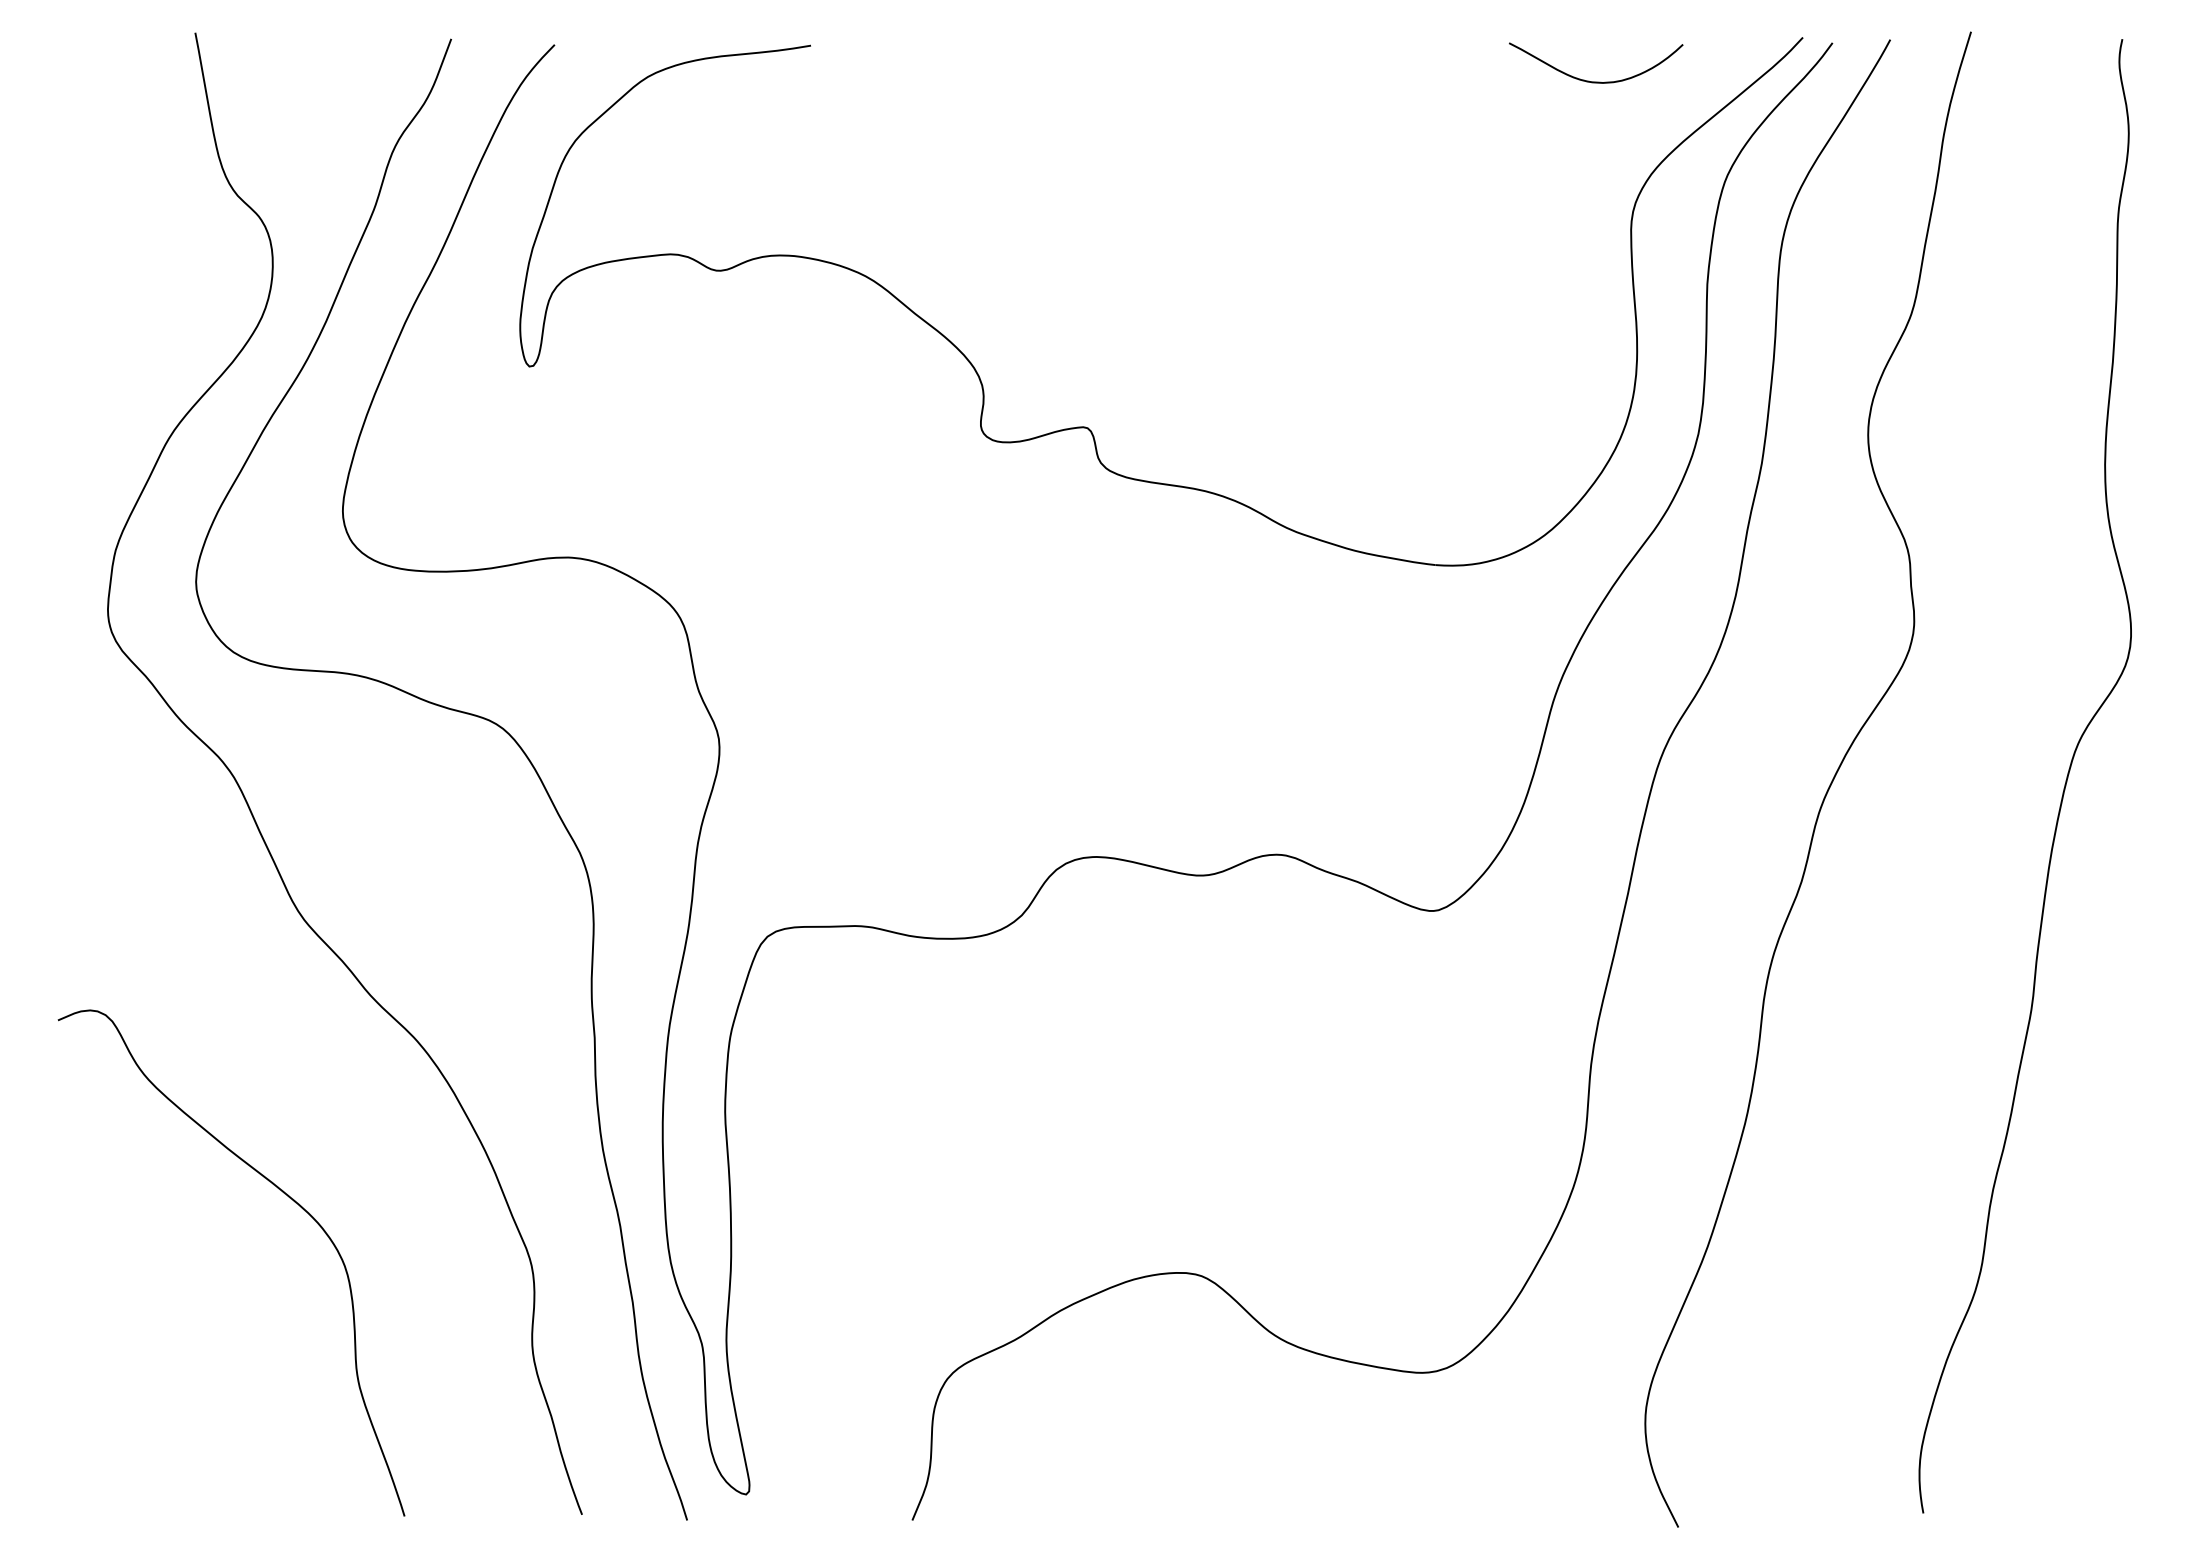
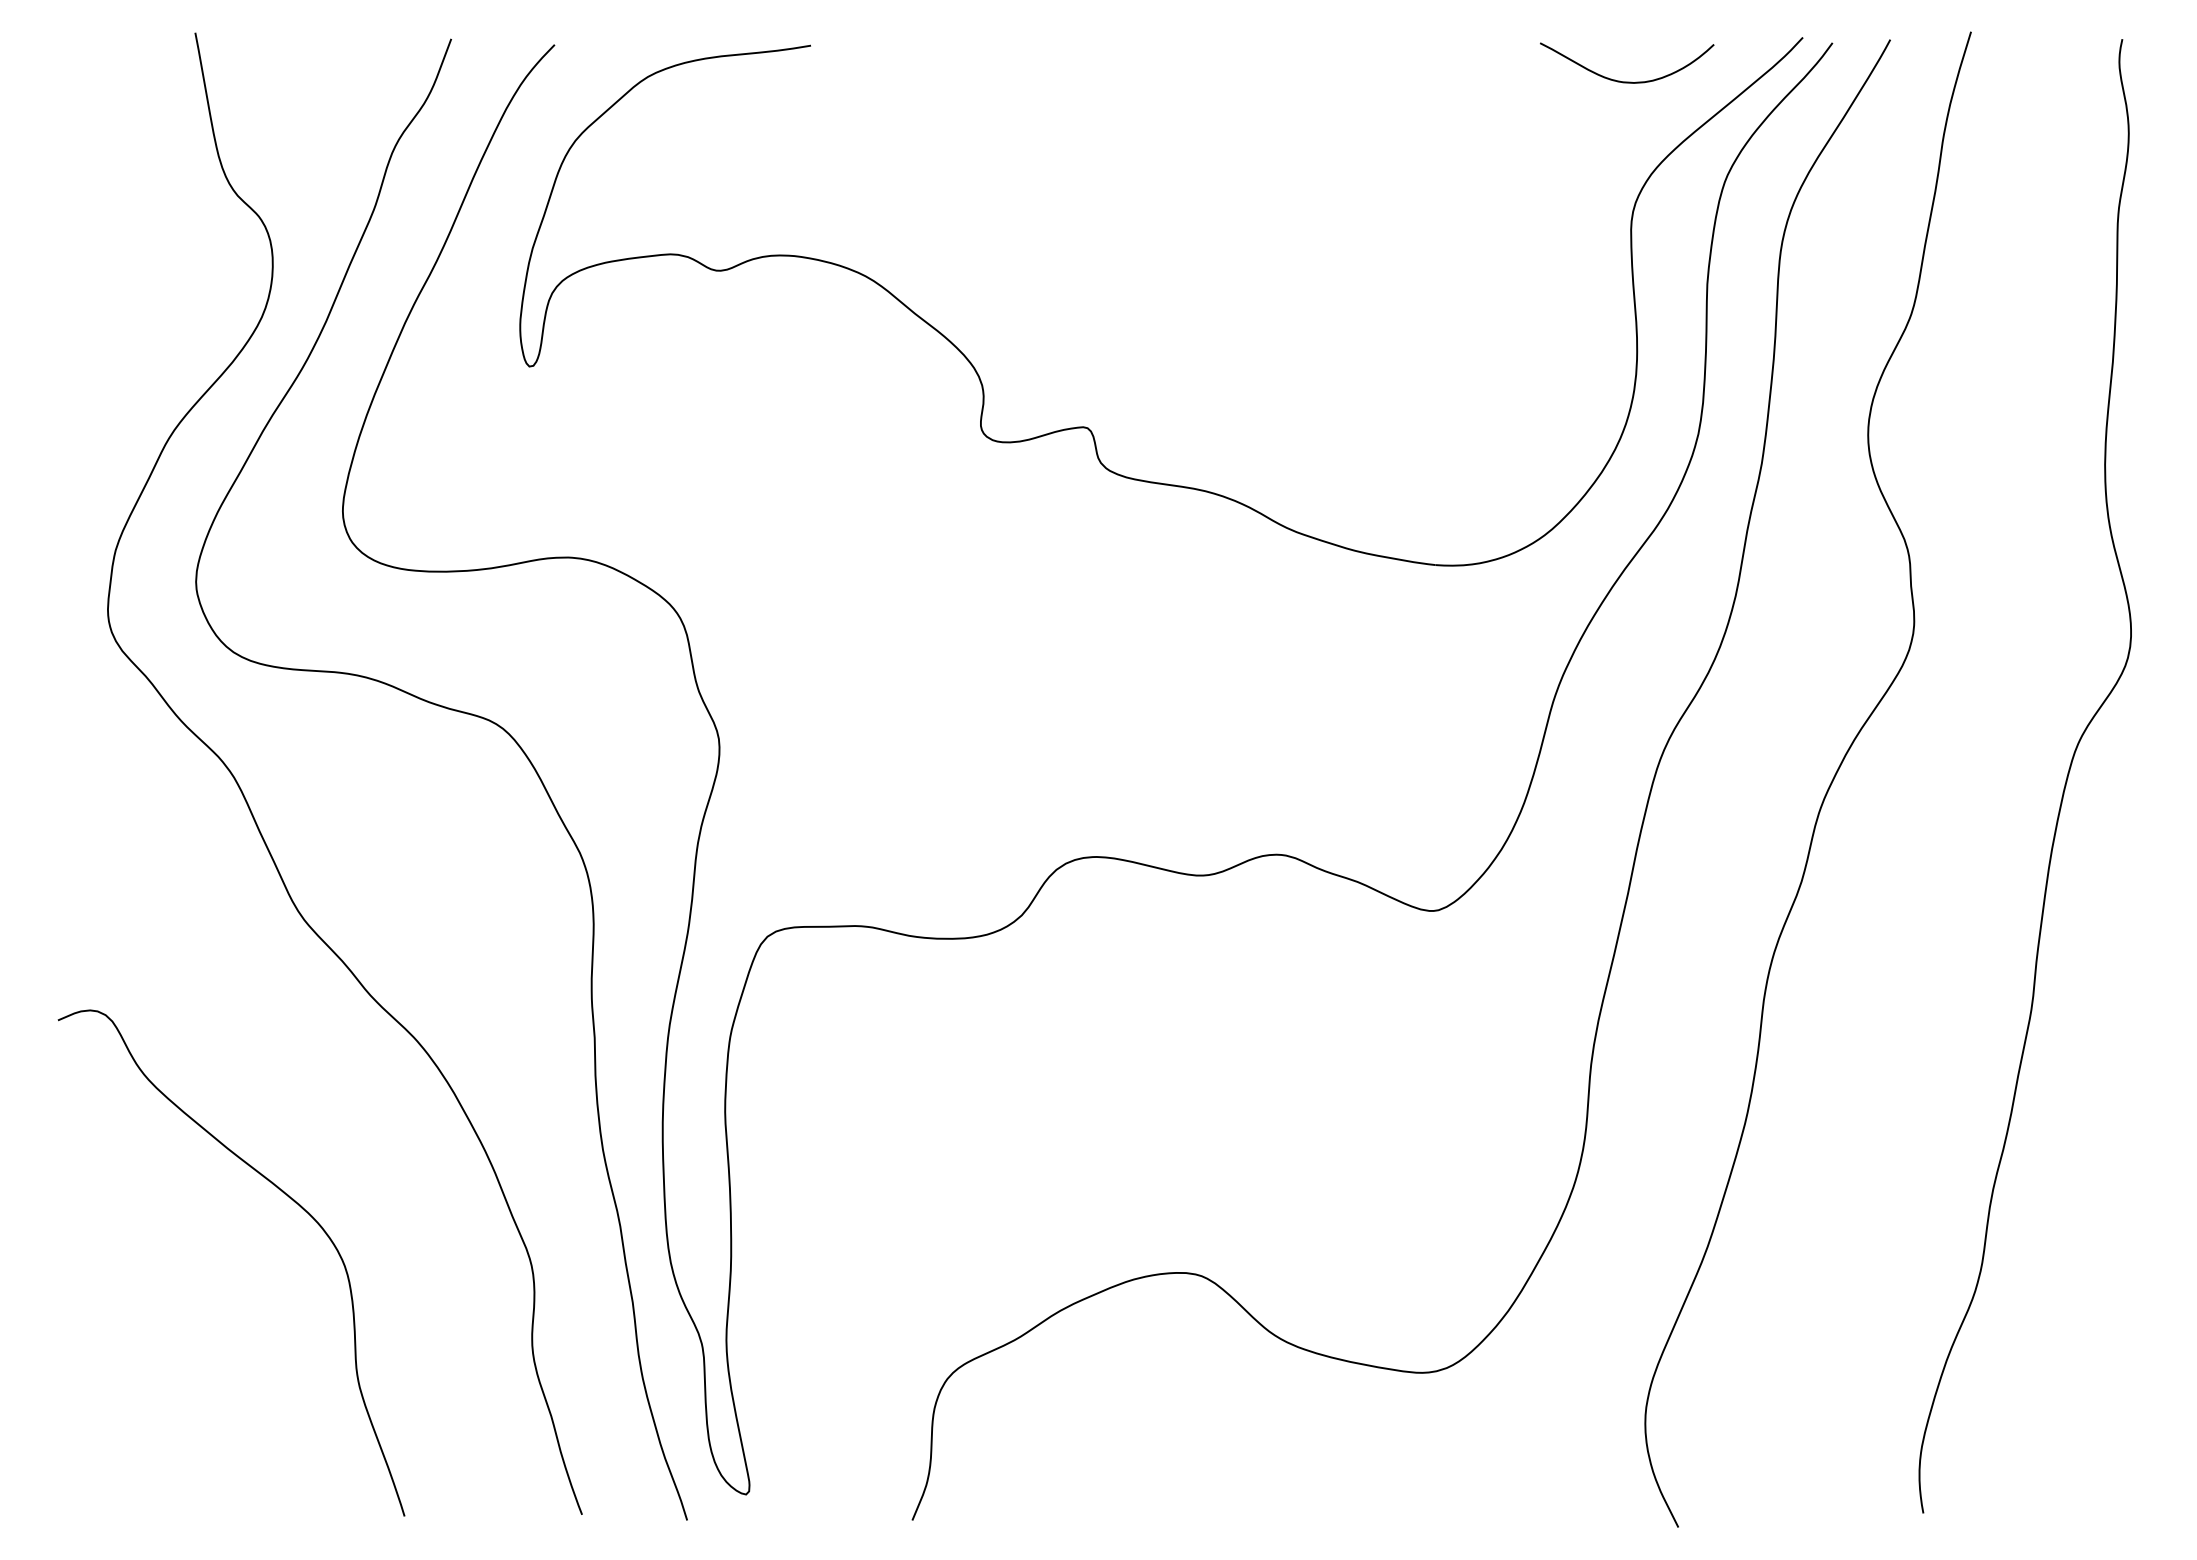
curve at (1596, 81) position: (1596, 81) -> (1627, 81)
